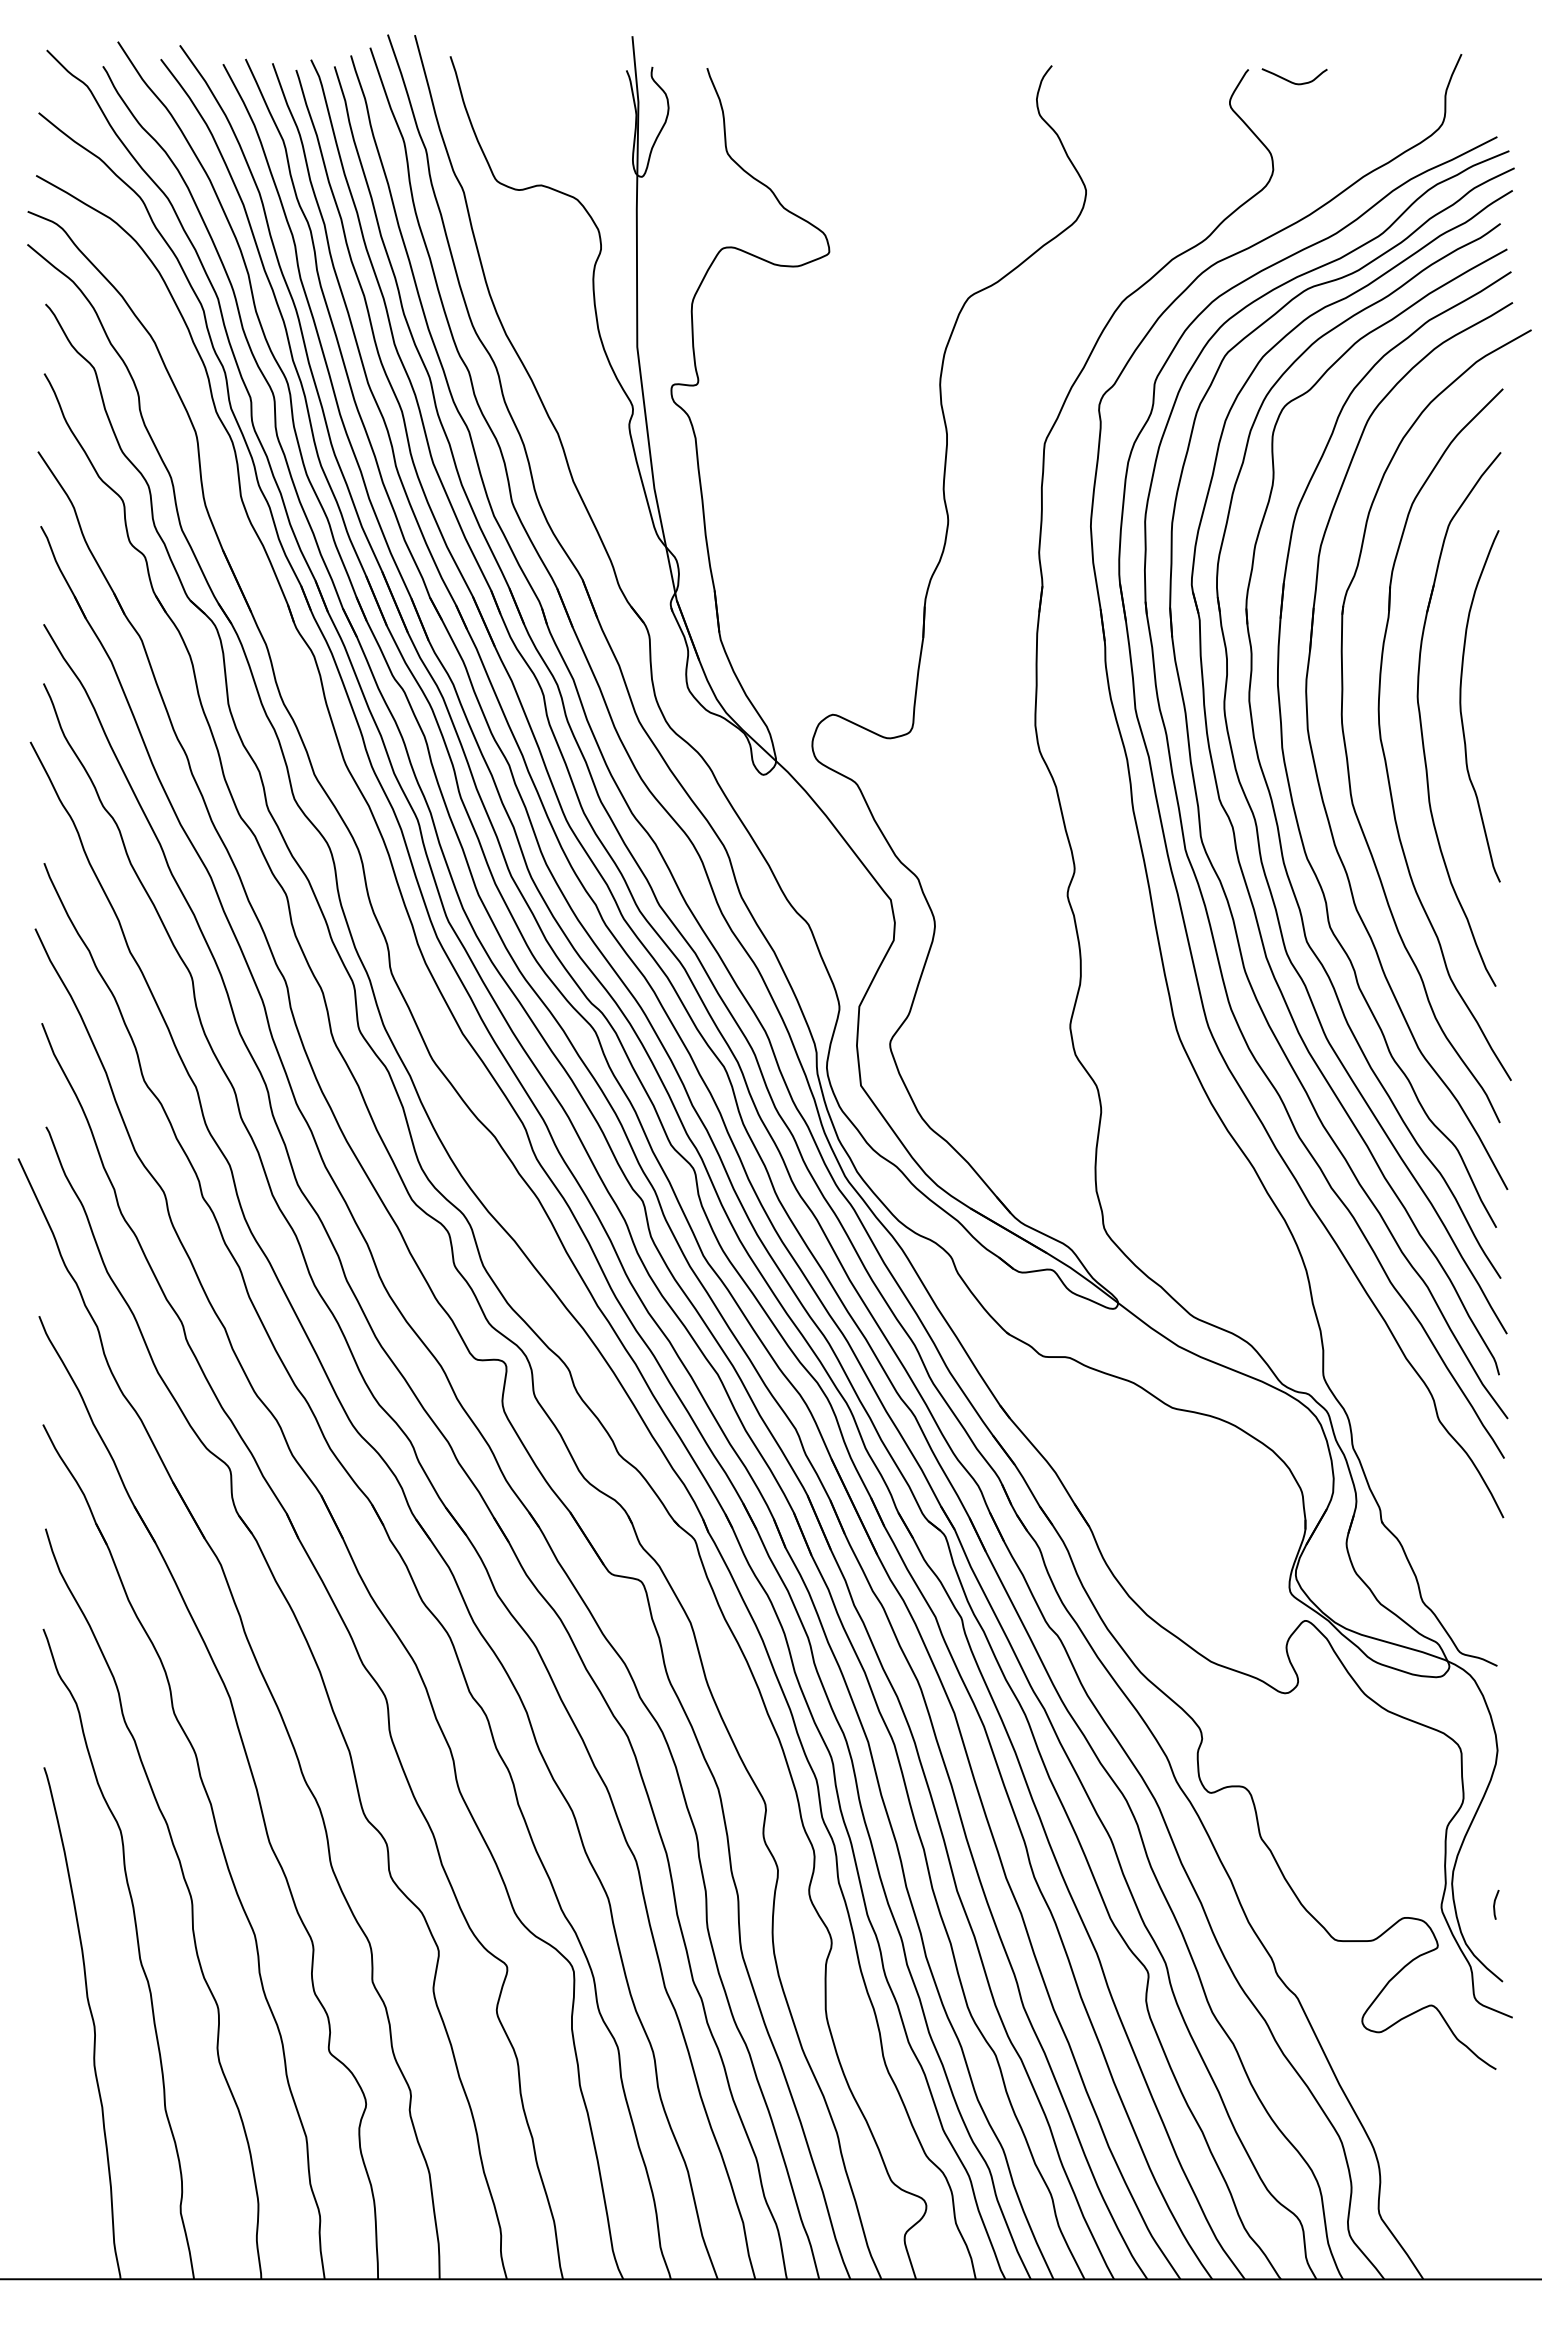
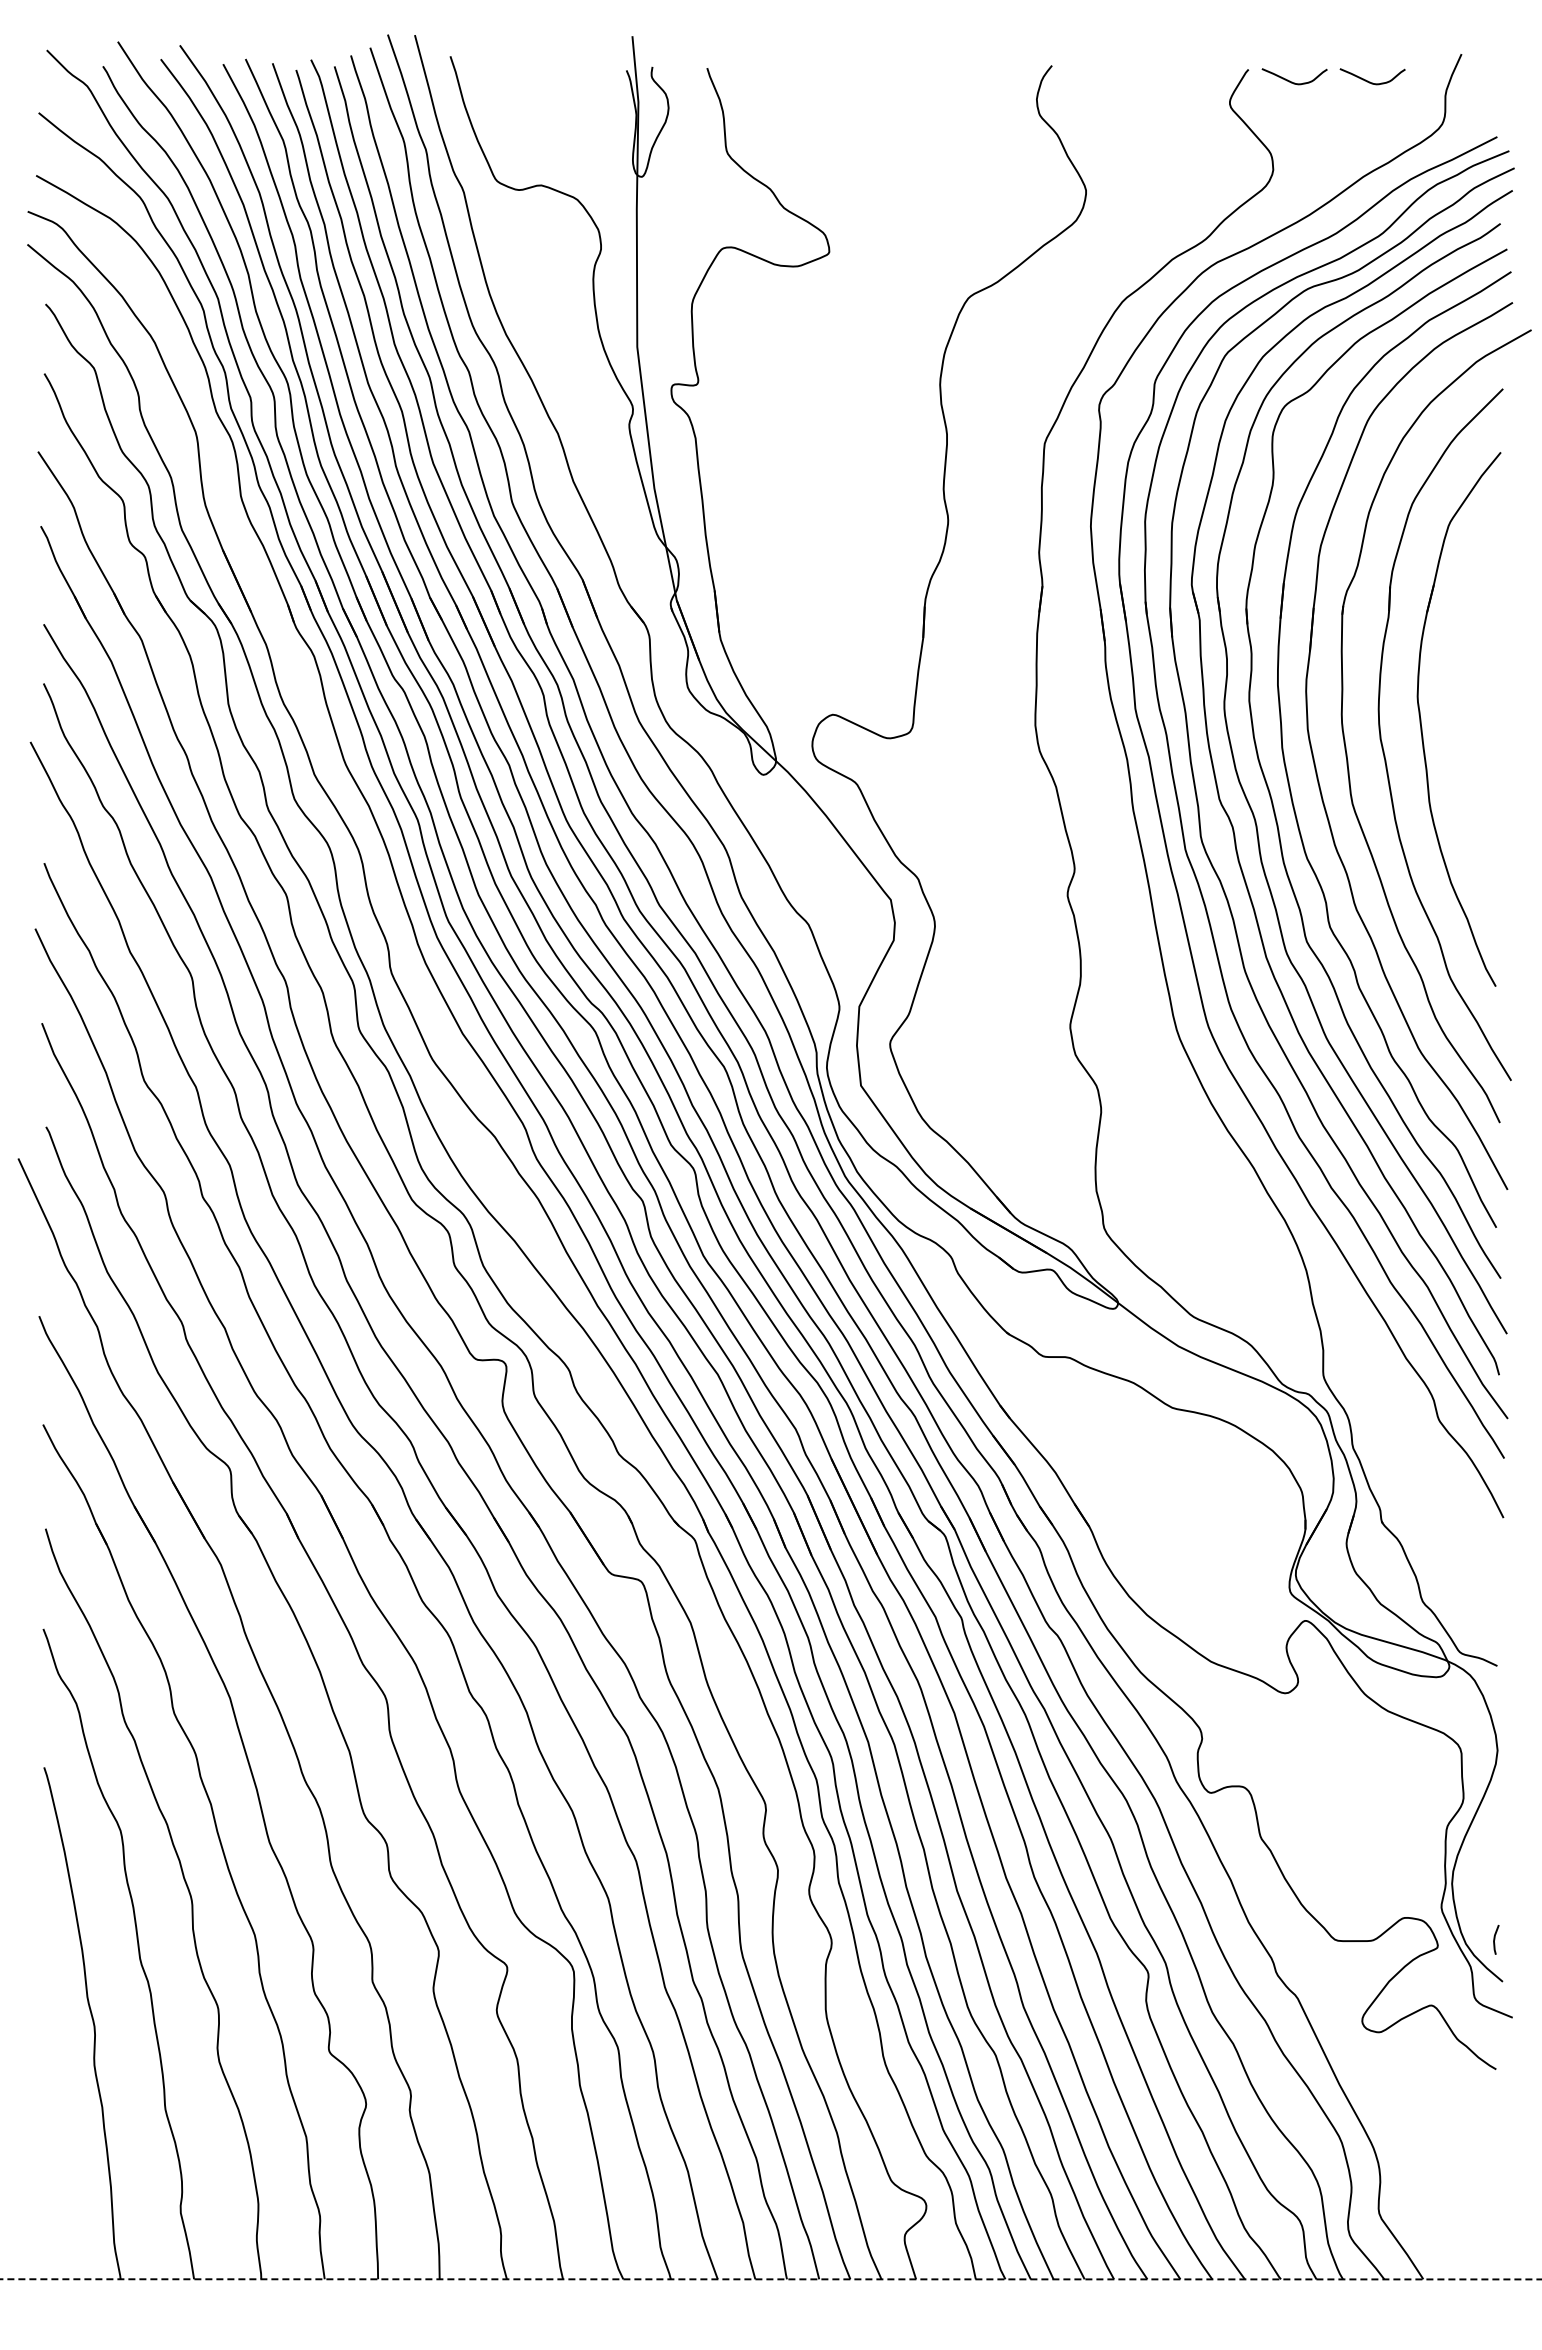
curve at (1370, 81): none -> present
curve at (1461, 706): present -> none
line at (1495, 1904) position: (1495, 1904) -> (1495, 1939)
line at (770, 2279): solid -> dashed
